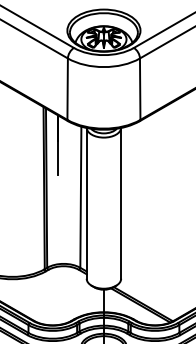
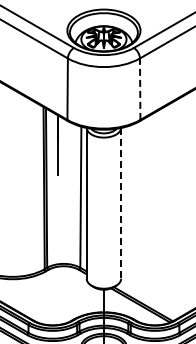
line at (140, 89): solid -> dashed
line at (121, 203): solid -> dashed
